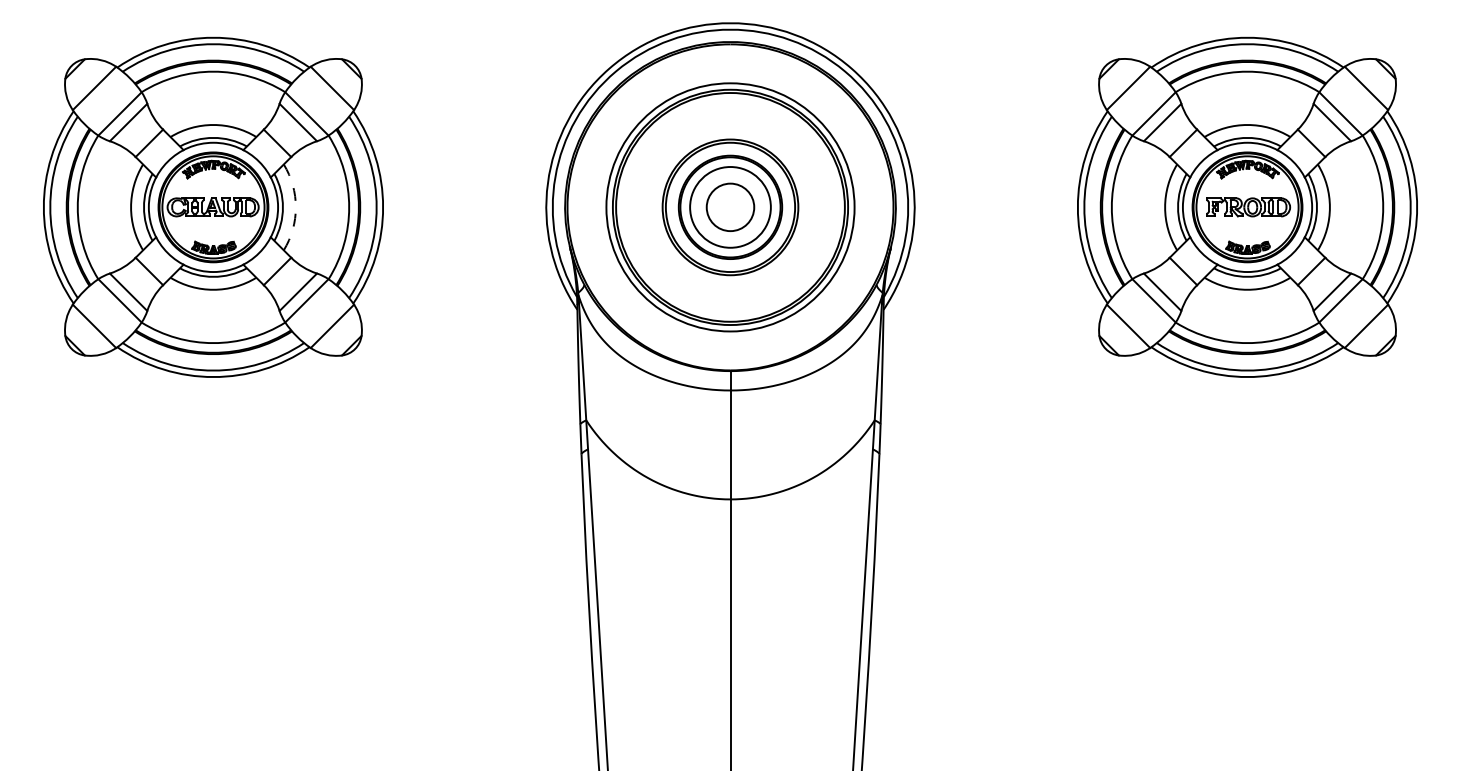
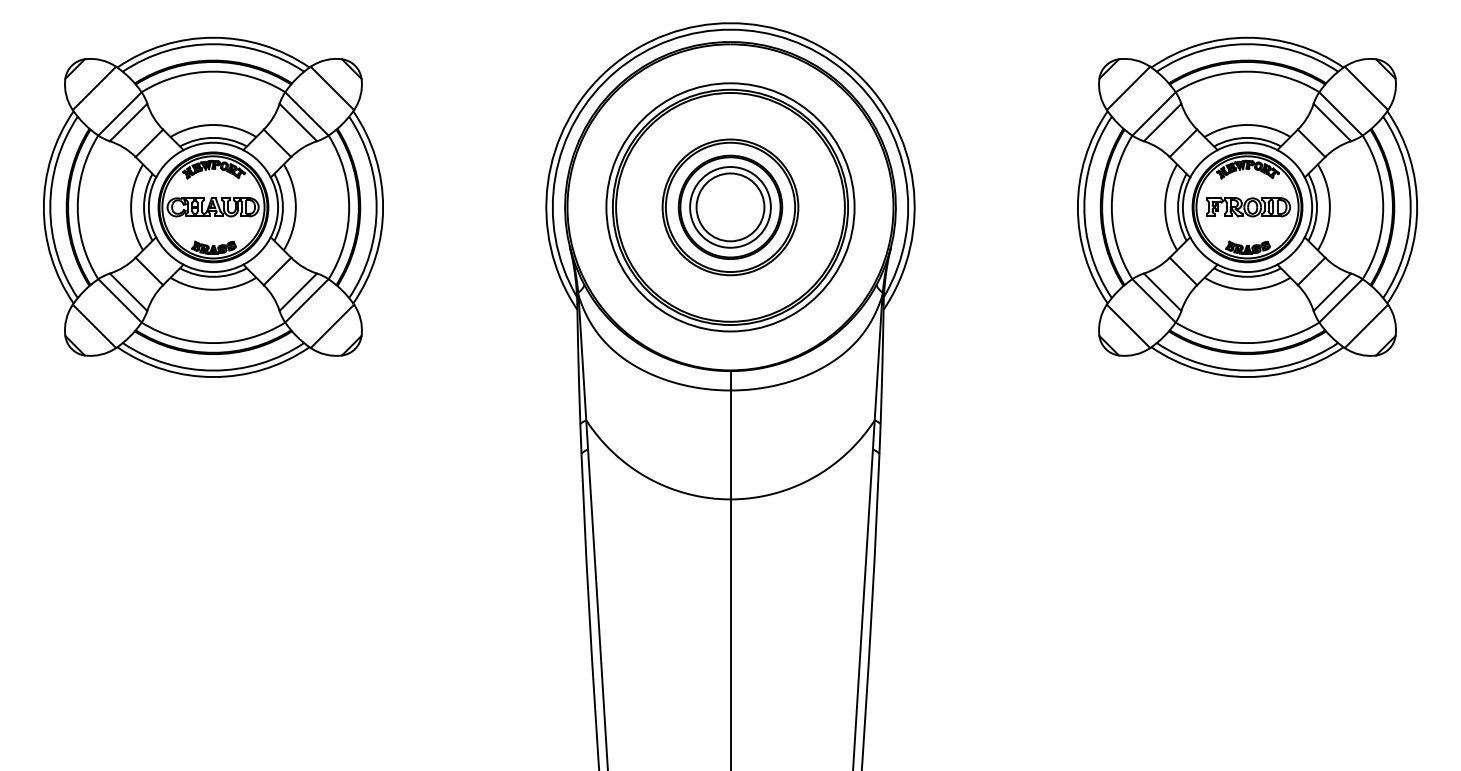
arc at (295, 207): dashed -> solid
circle at (730, 207) diameter: 48 px -> 68 px
